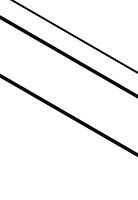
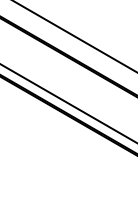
line at (68, 103): none -> present
